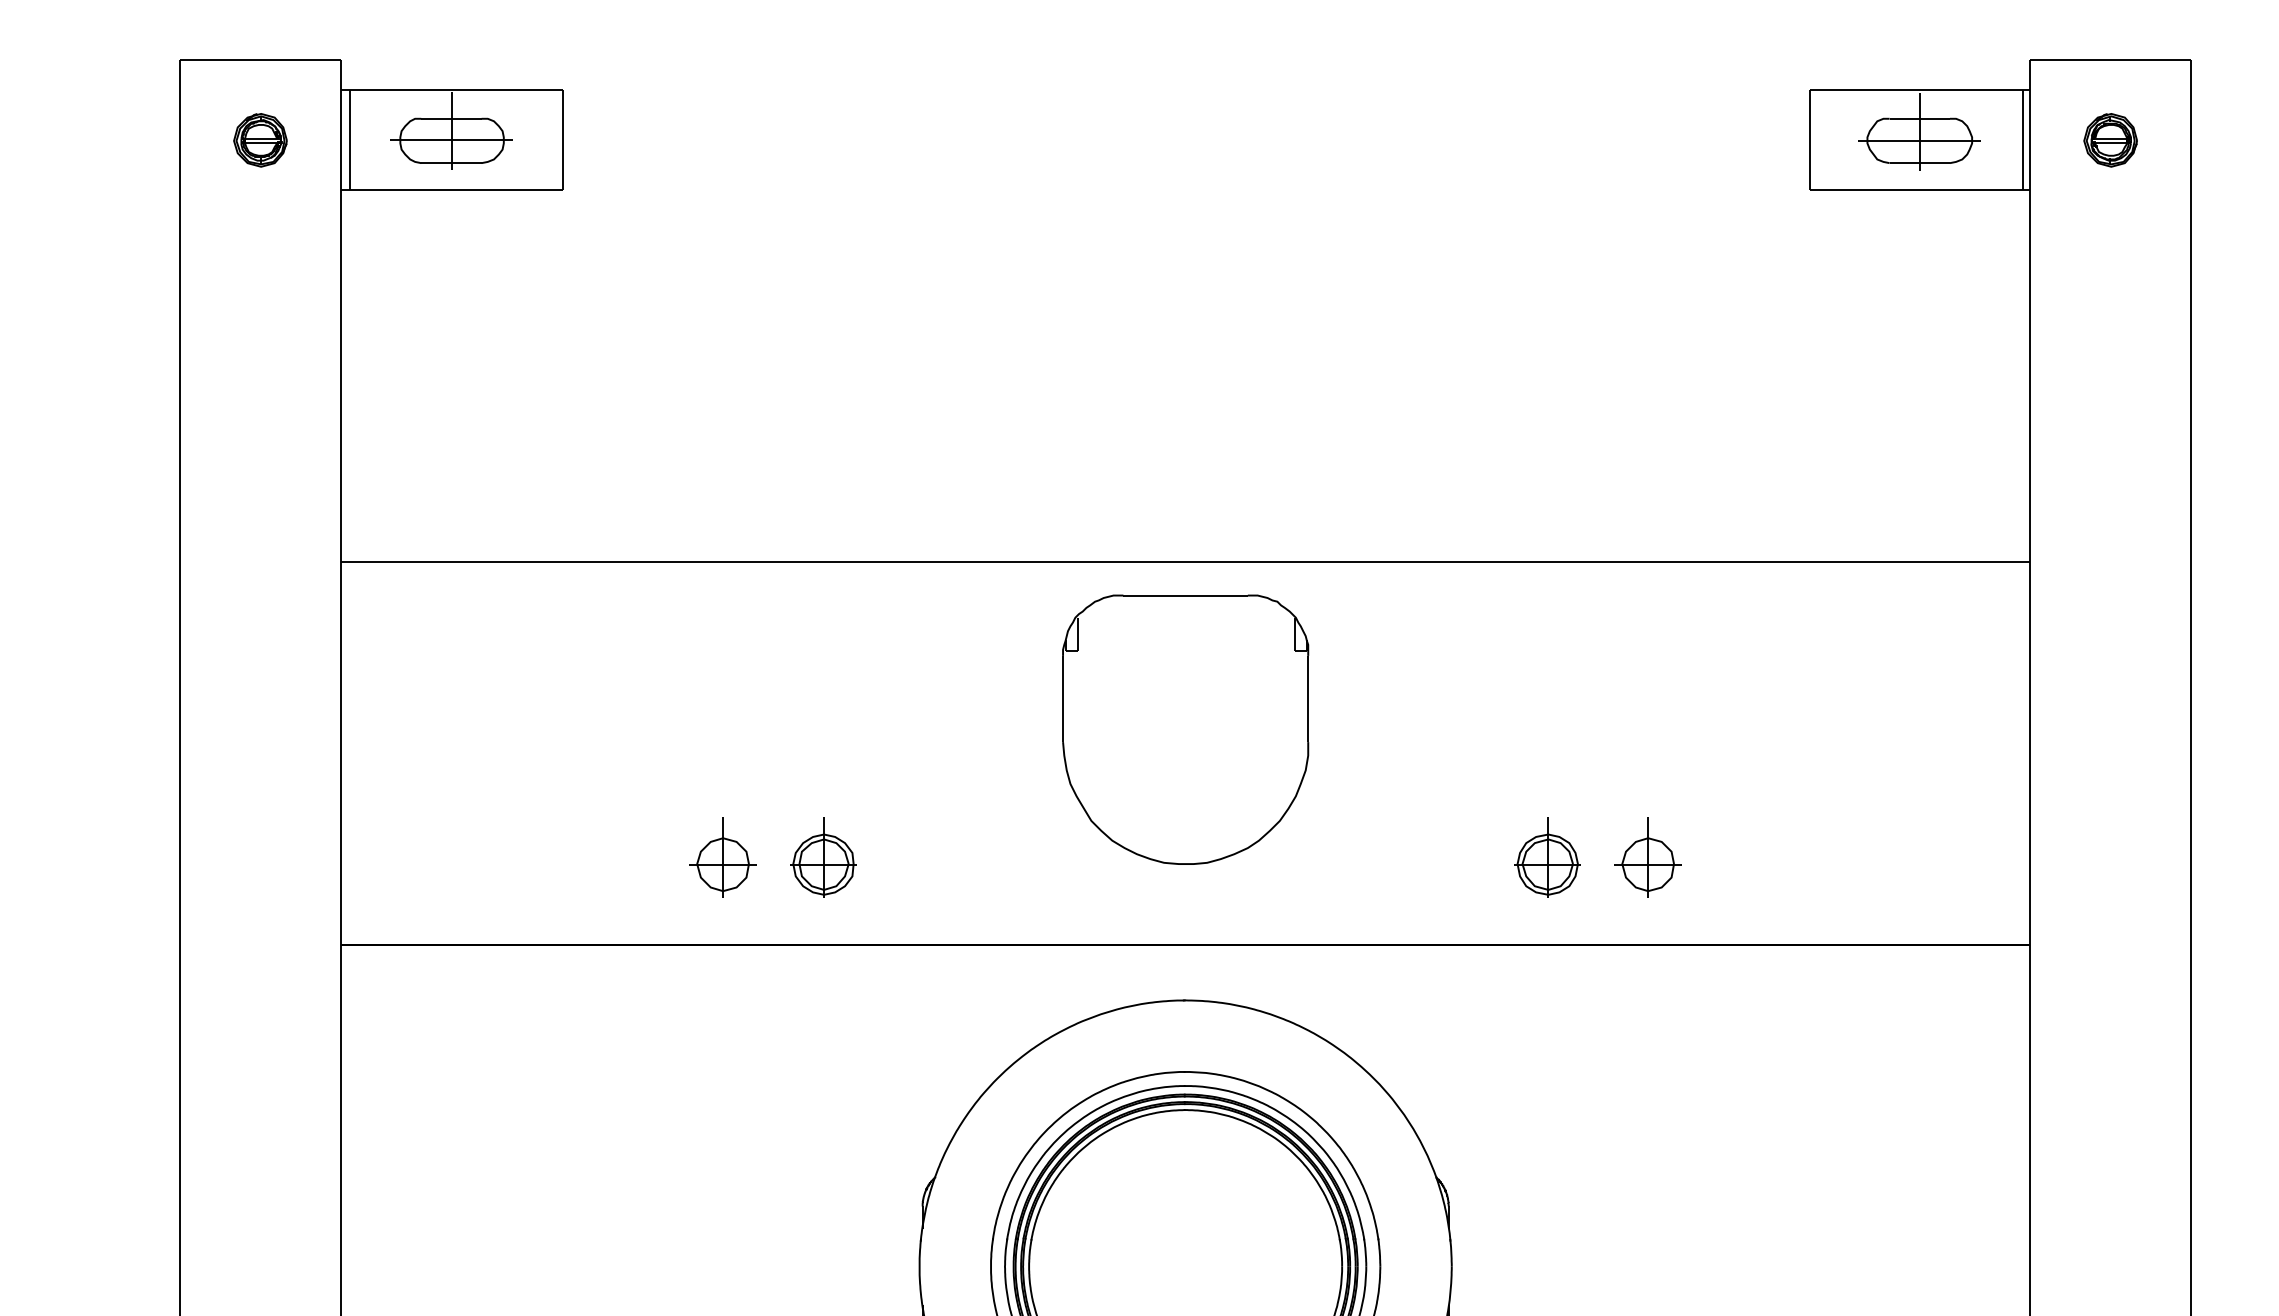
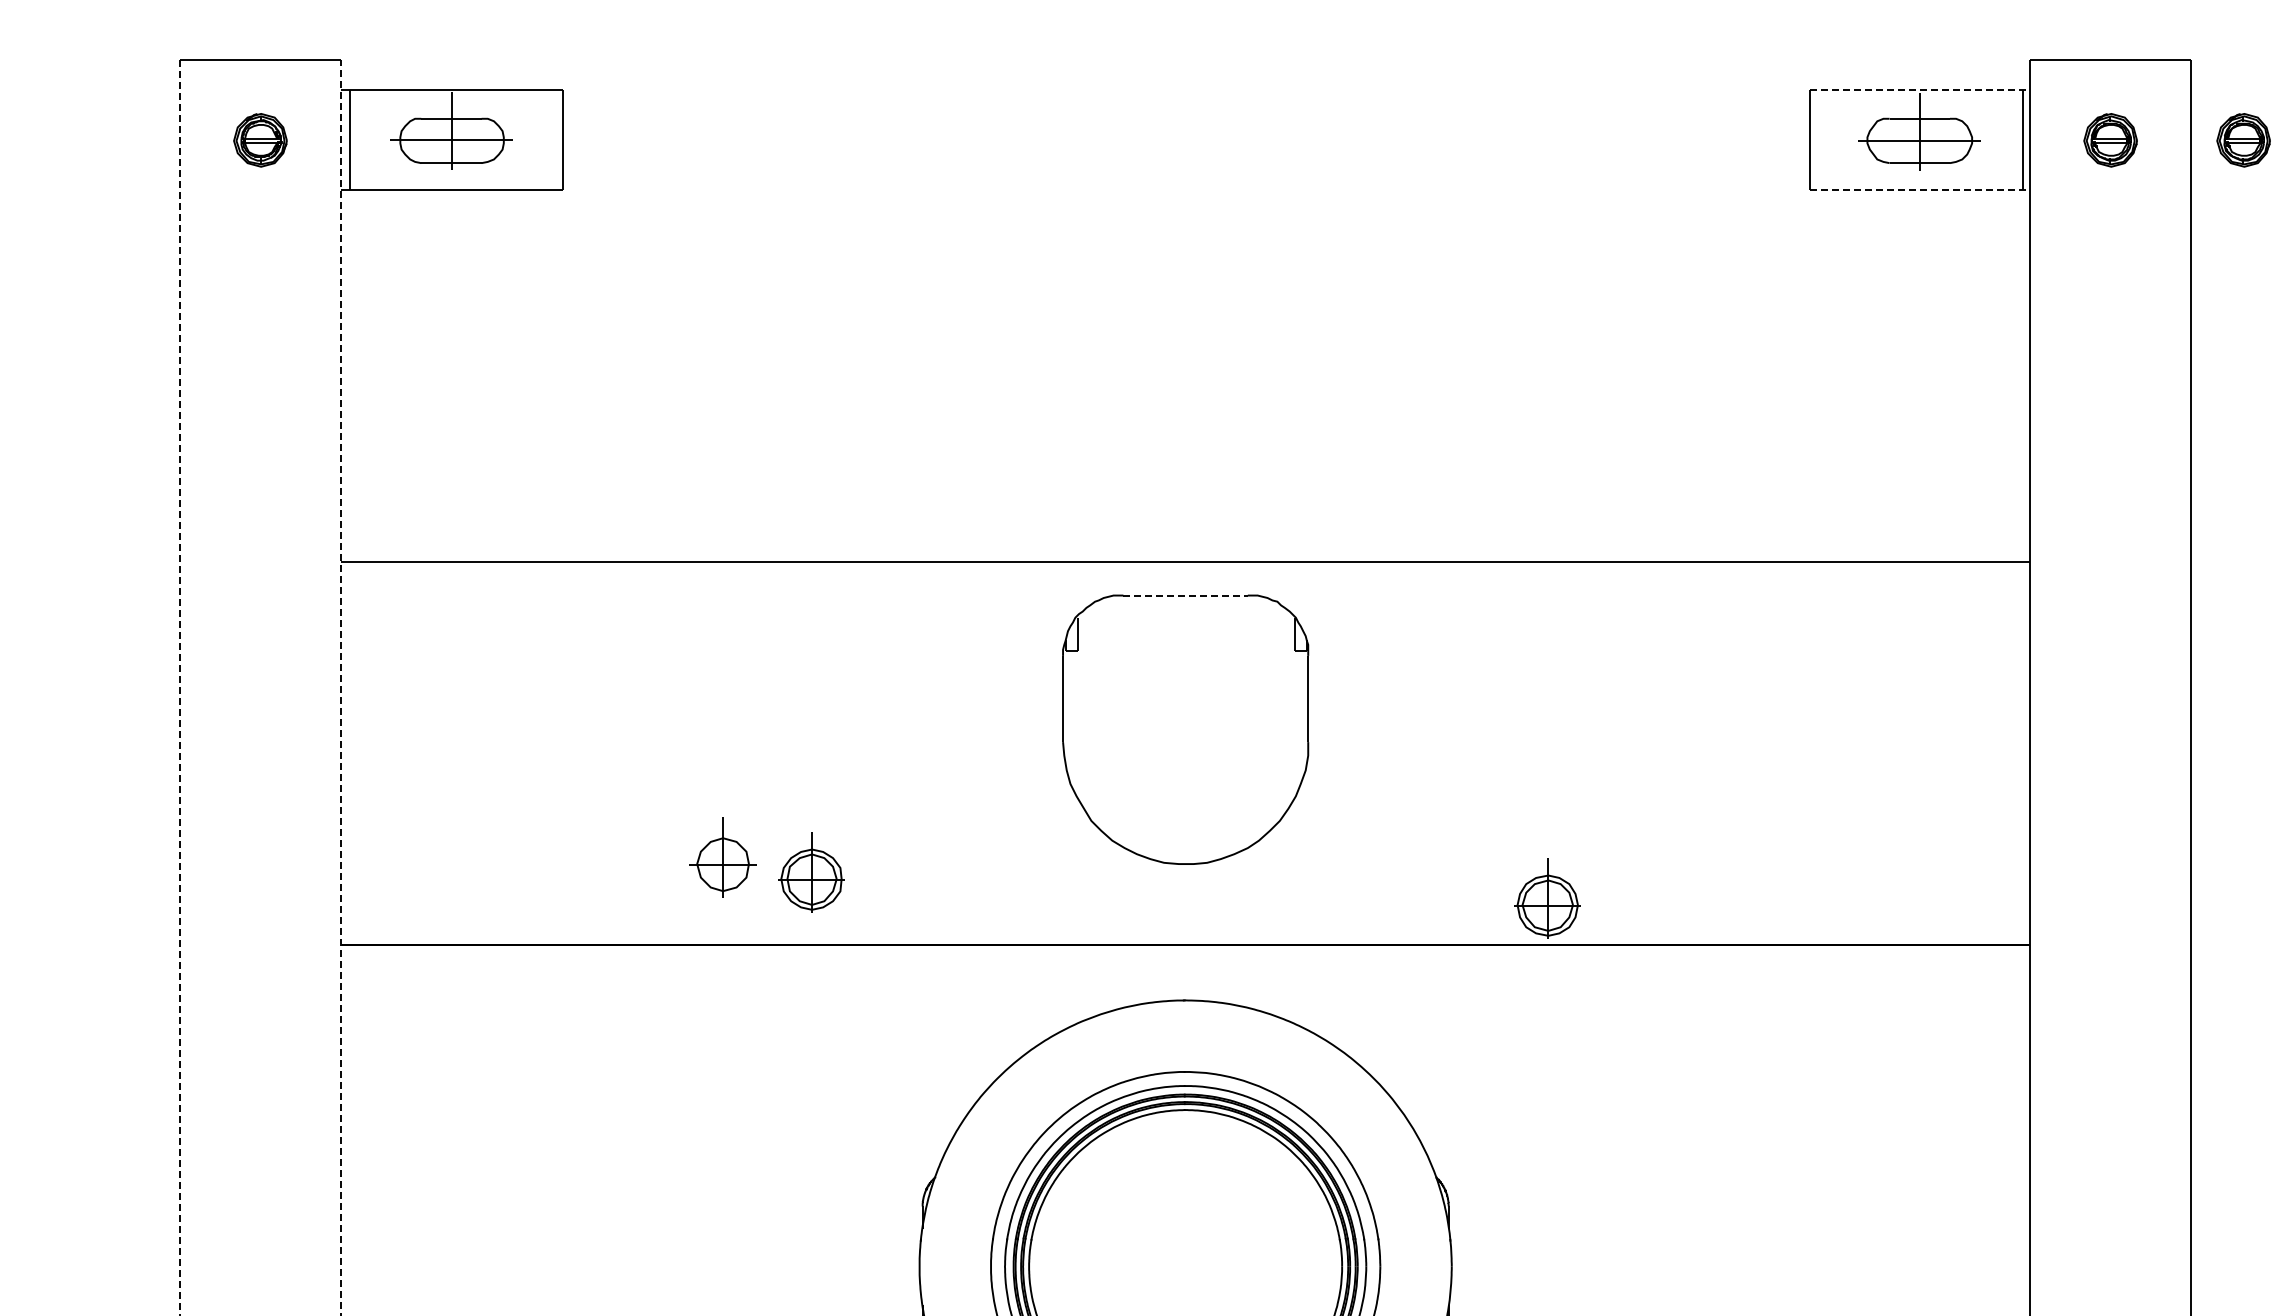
line at (1920, 90): solid -> dashed
part at (2243, 140): none -> present
line at (1920, 190): solid -> dashed
line at (1186, 595): solid -> dashed
line at (179, 687): solid -> dashed
line at (341, 687): solid -> dashed
part at (823, 857) position: (823, 857) -> (811, 872)
part at (1547, 857) position: (1547, 857) -> (1547, 898)
part at (1647, 857): present -> none
